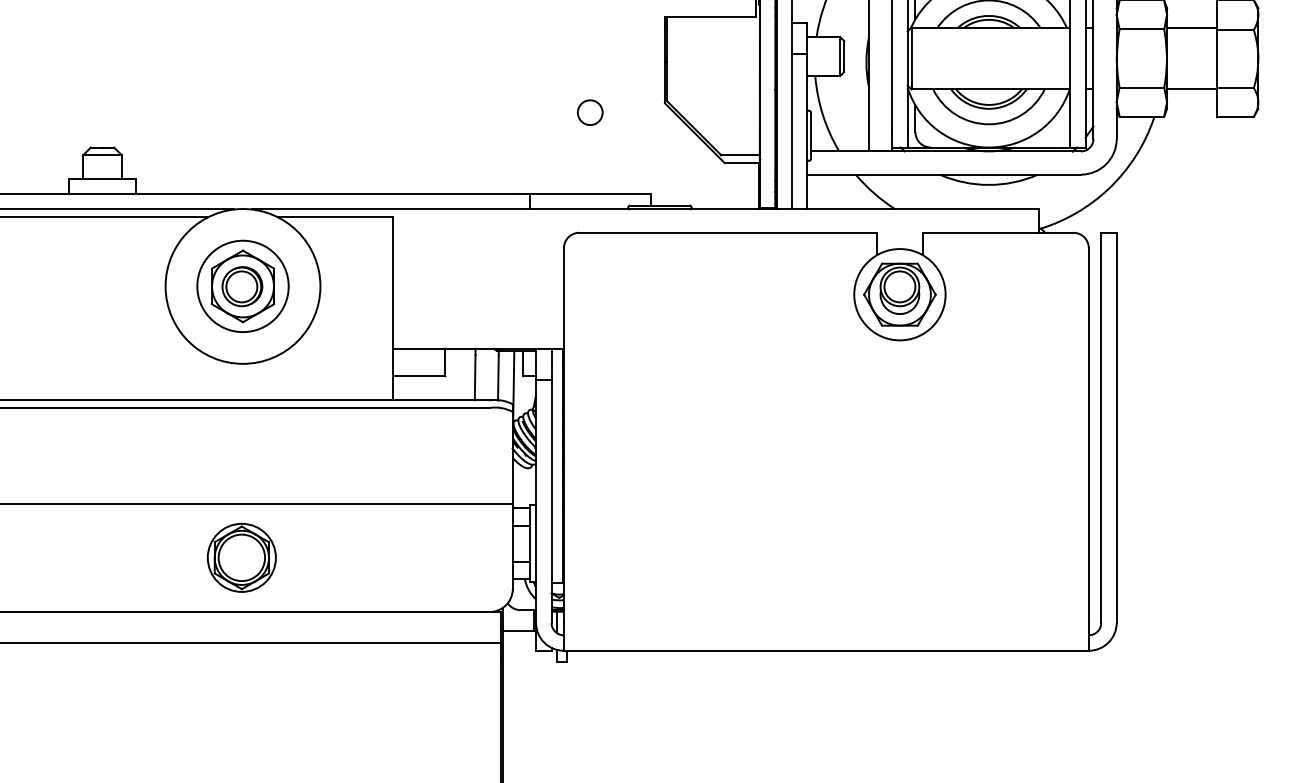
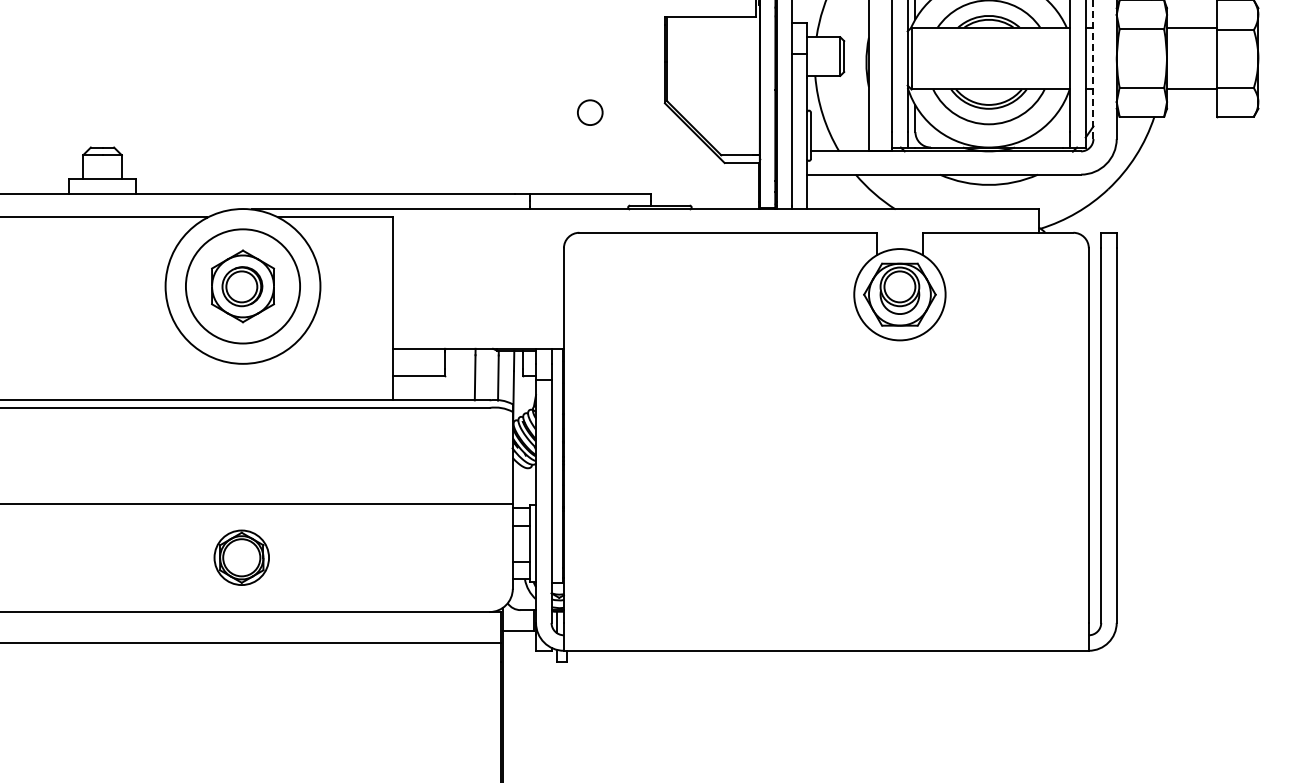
line at (1093, 69): solid -> dashed
line at (118, 209): present -> none
circle at (242, 286) diameter: 91 px -> 114 px
part at (241, 557) size: 71x71 px -> 57x57 px
